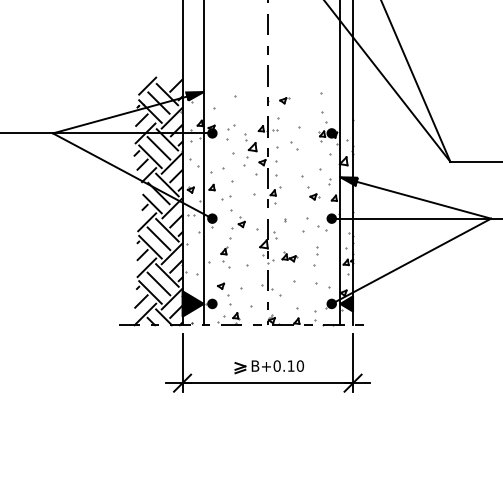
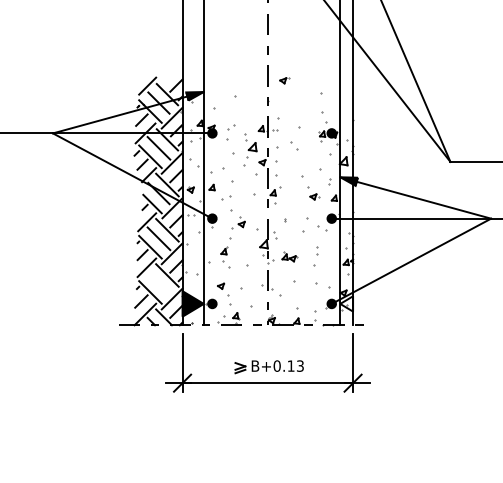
part at (284, 100) position: (284, 100) -> (284, 80)
line at (158, 283): present -> none
fill at (346, 303): present -> none
text at (300, 365): B+0.10 -> B+0.13
